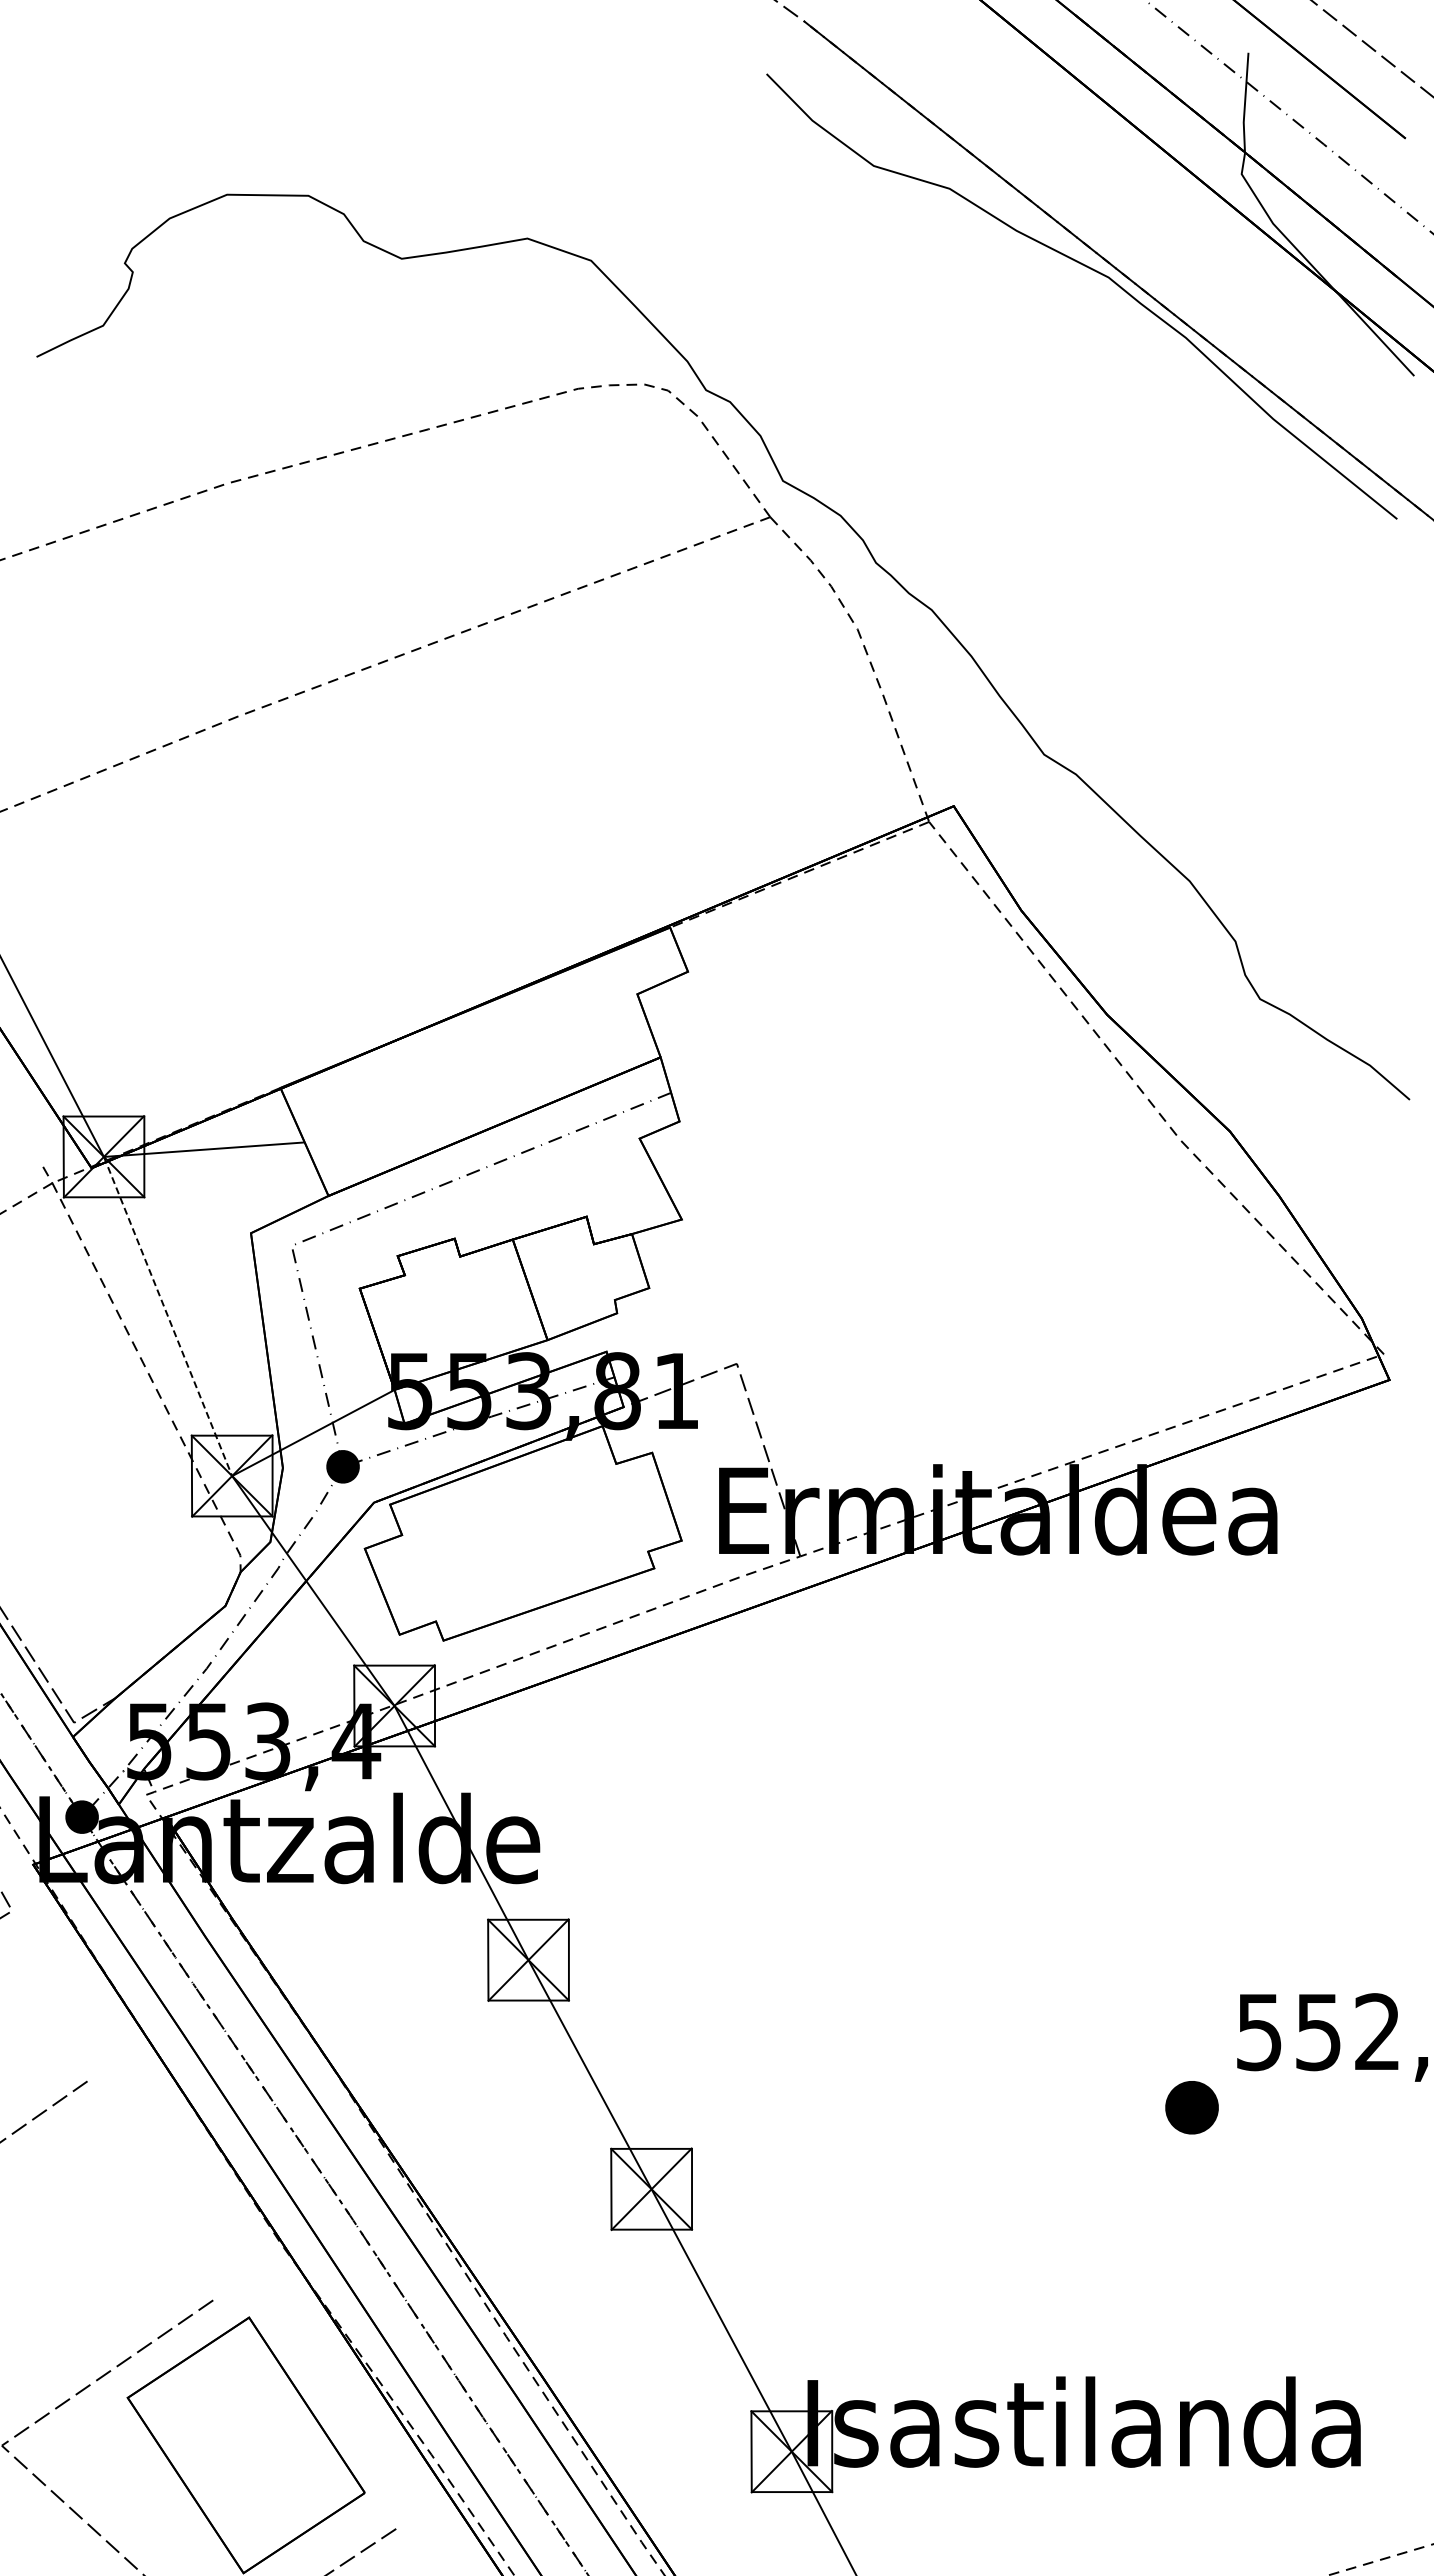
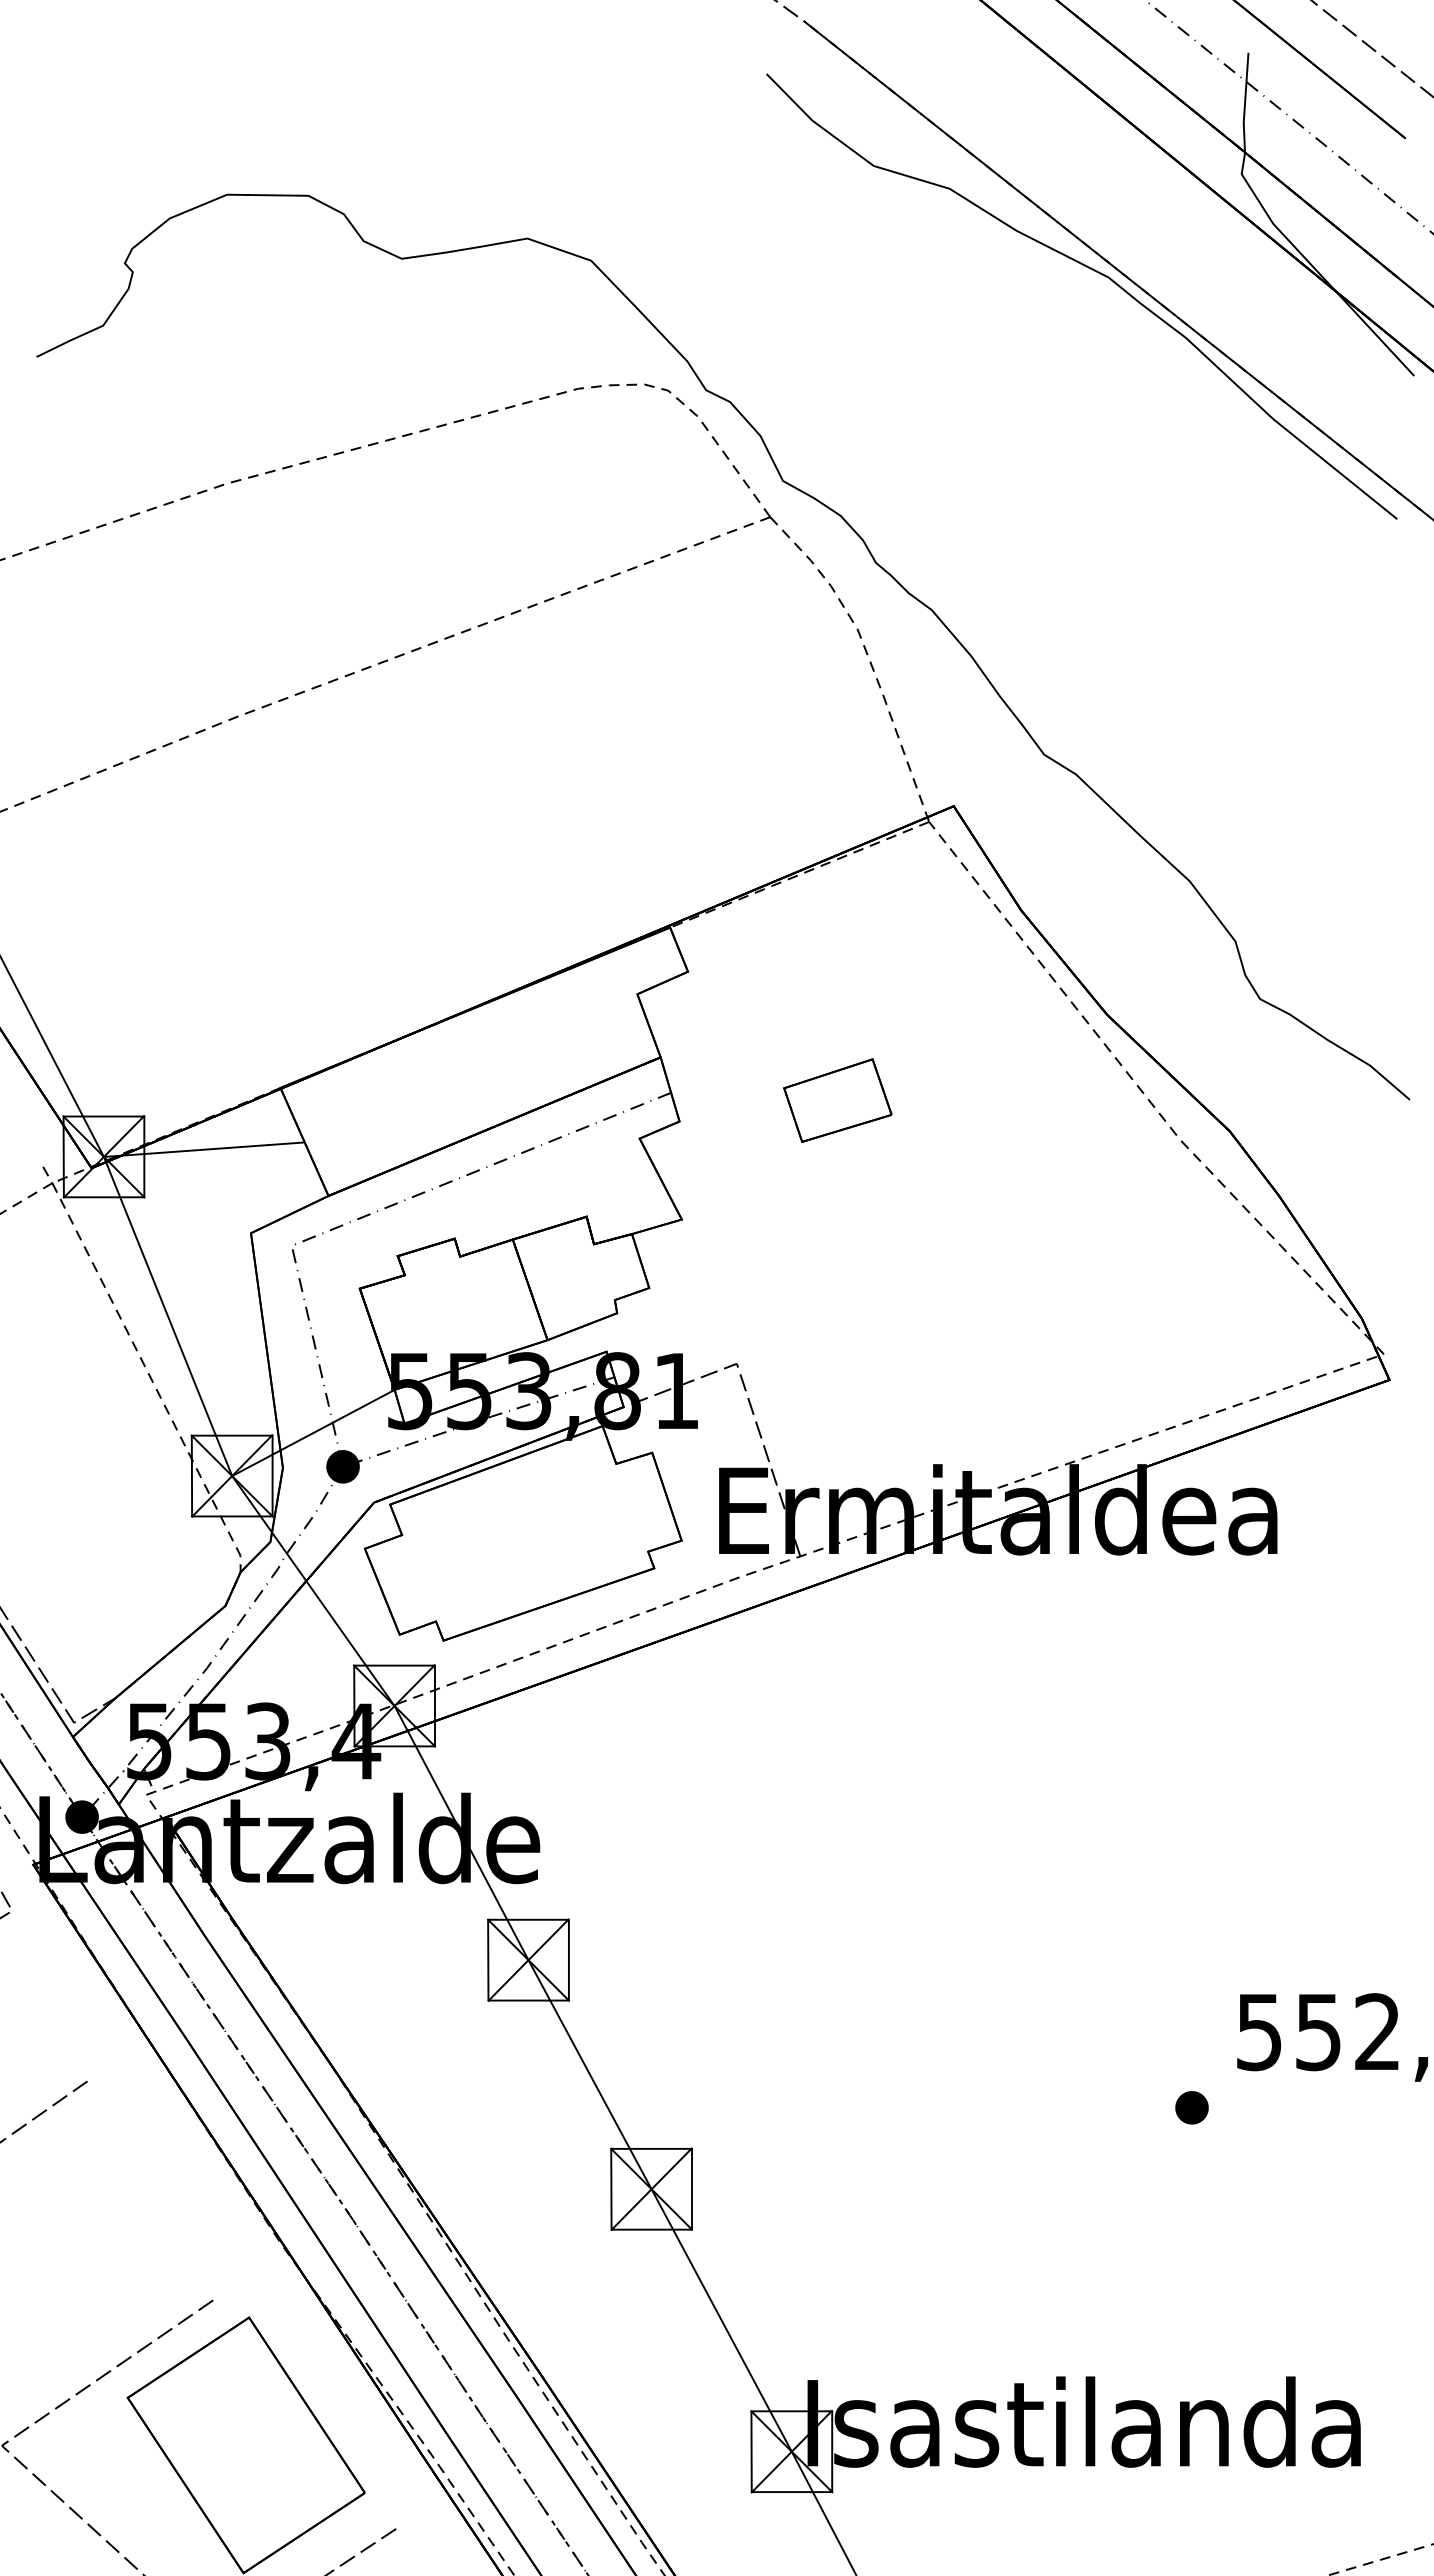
part at (837, 1100): none -> present
line at (168, 1316): dashed -> solid
part at (1191, 2107) size: 54x54 px -> 34x34 px
